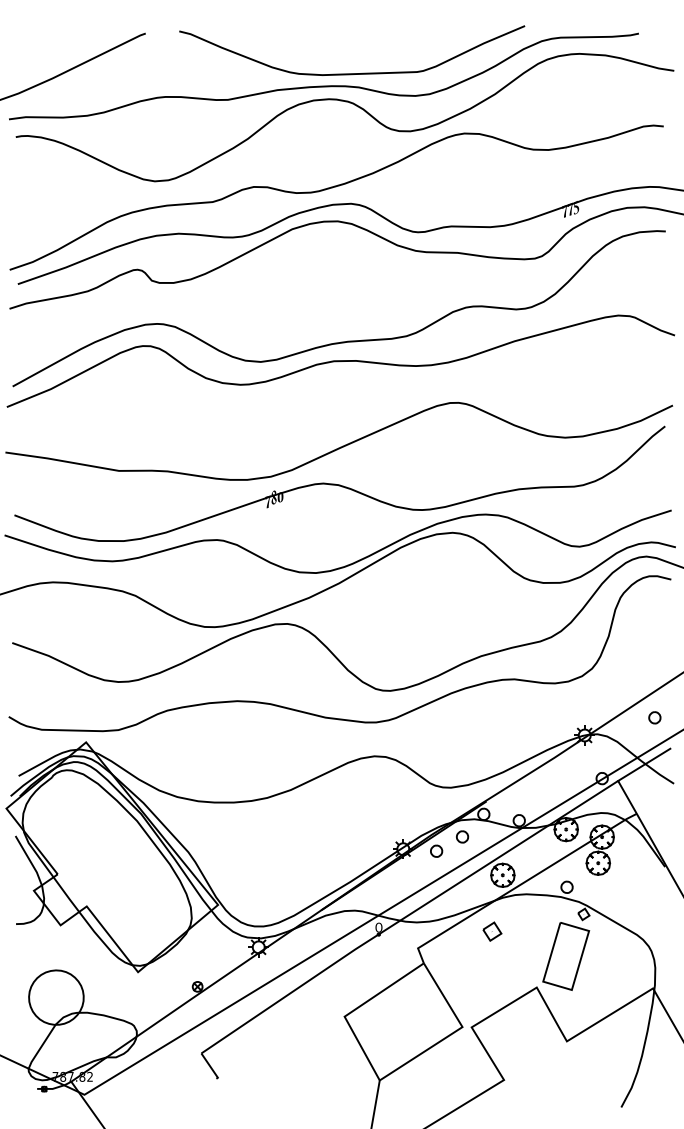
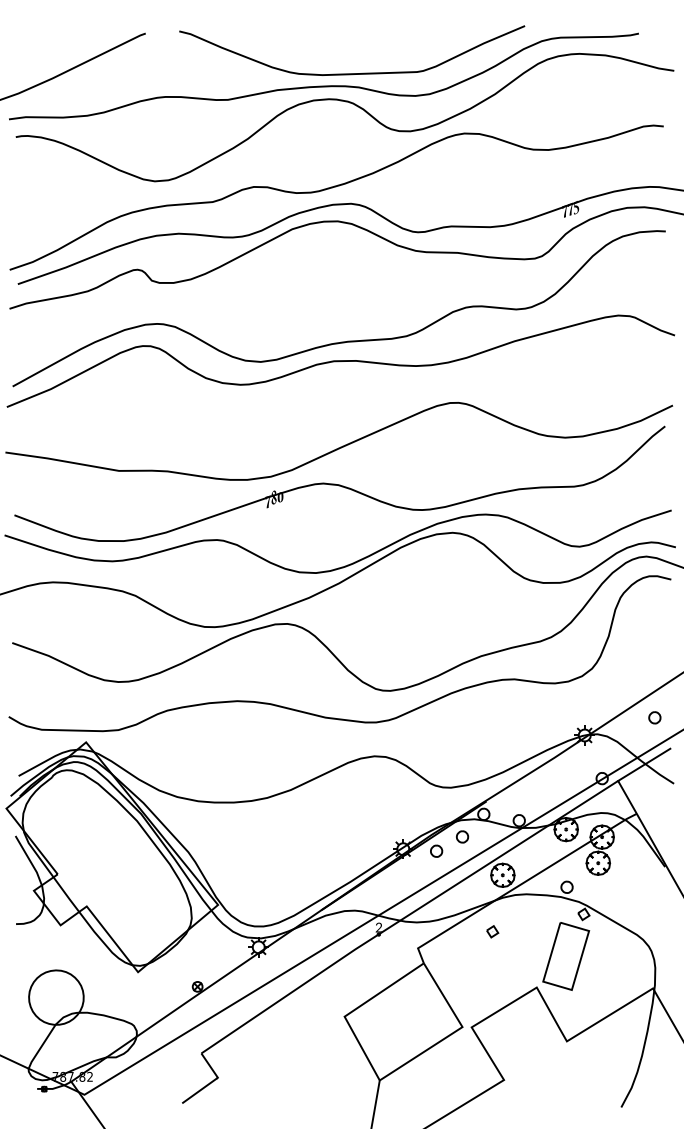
text at (378, 928): 0 -> 2
part at (492, 931) size: 21x21 px -> 14x14 px
line at (199, 1090): none -> present
